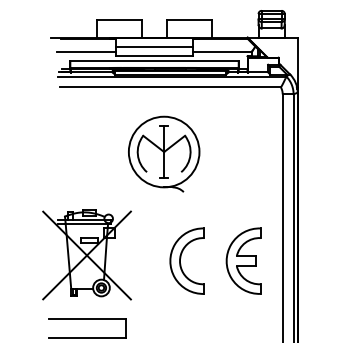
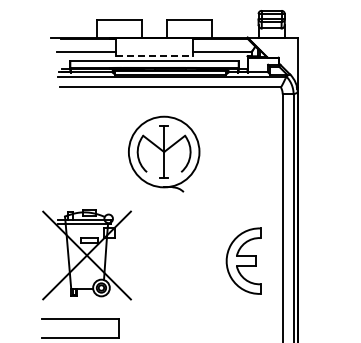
line at (154, 46): present -> none
line at (154, 55): solid -> dashed
part at (186, 260): present -> none
part at (87, 319) position: (87, 319) -> (80, 319)
